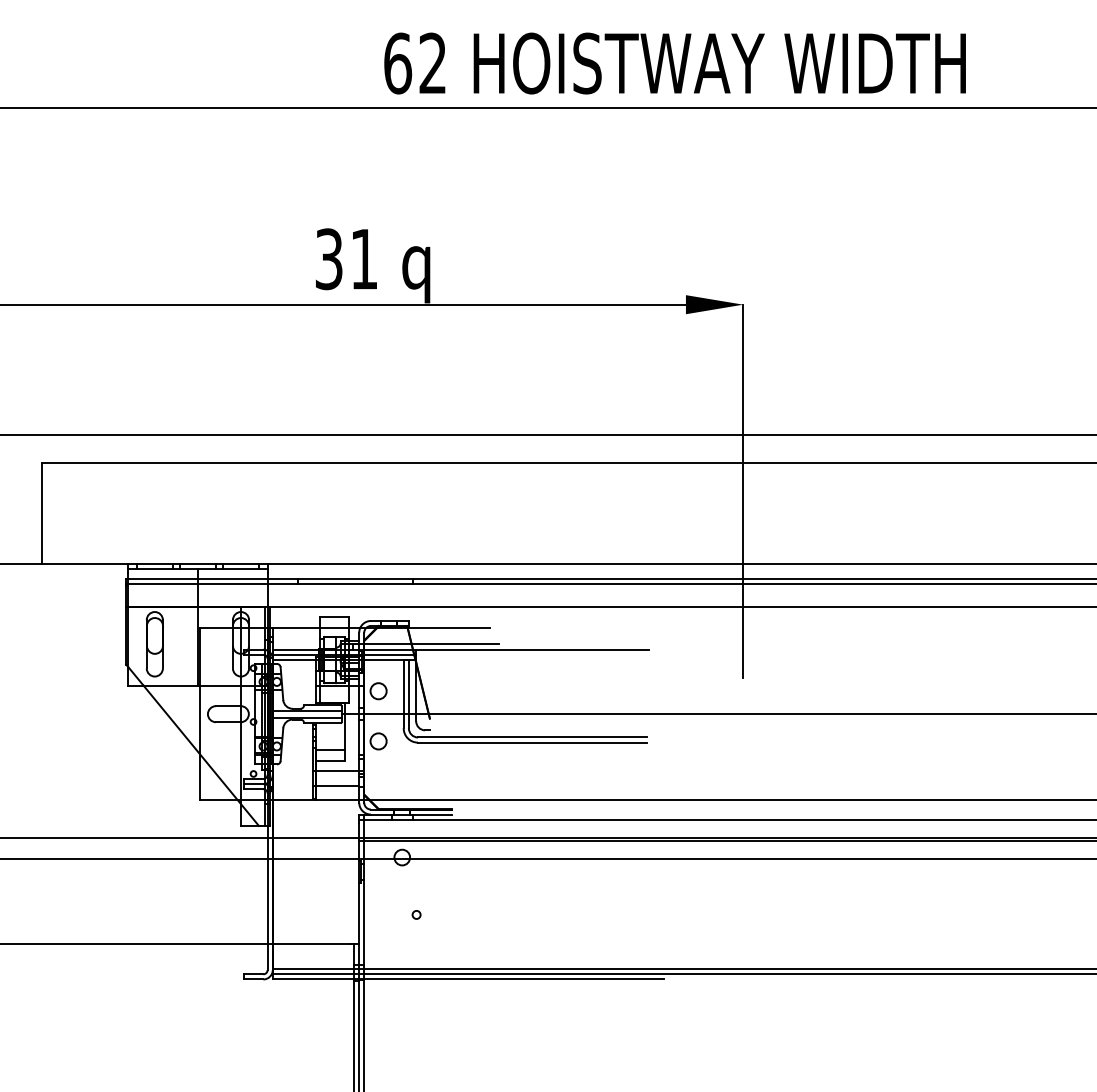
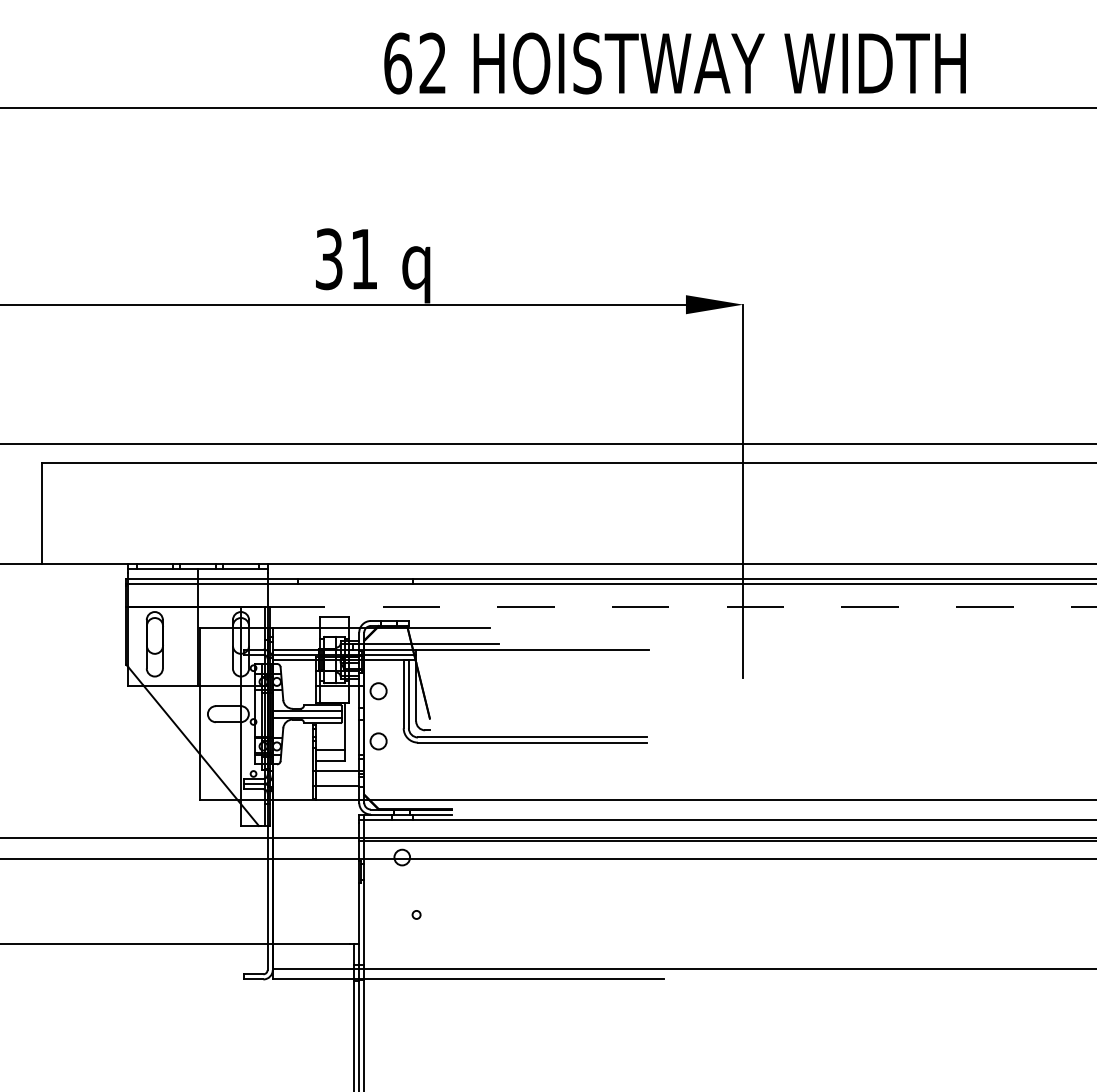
line at (547, 434) position: (547, 434) -> (547, 443)
line at (682, 607): solid -> dashed
line at (717, 714): present -> none
line at (682, 974): present -> none
